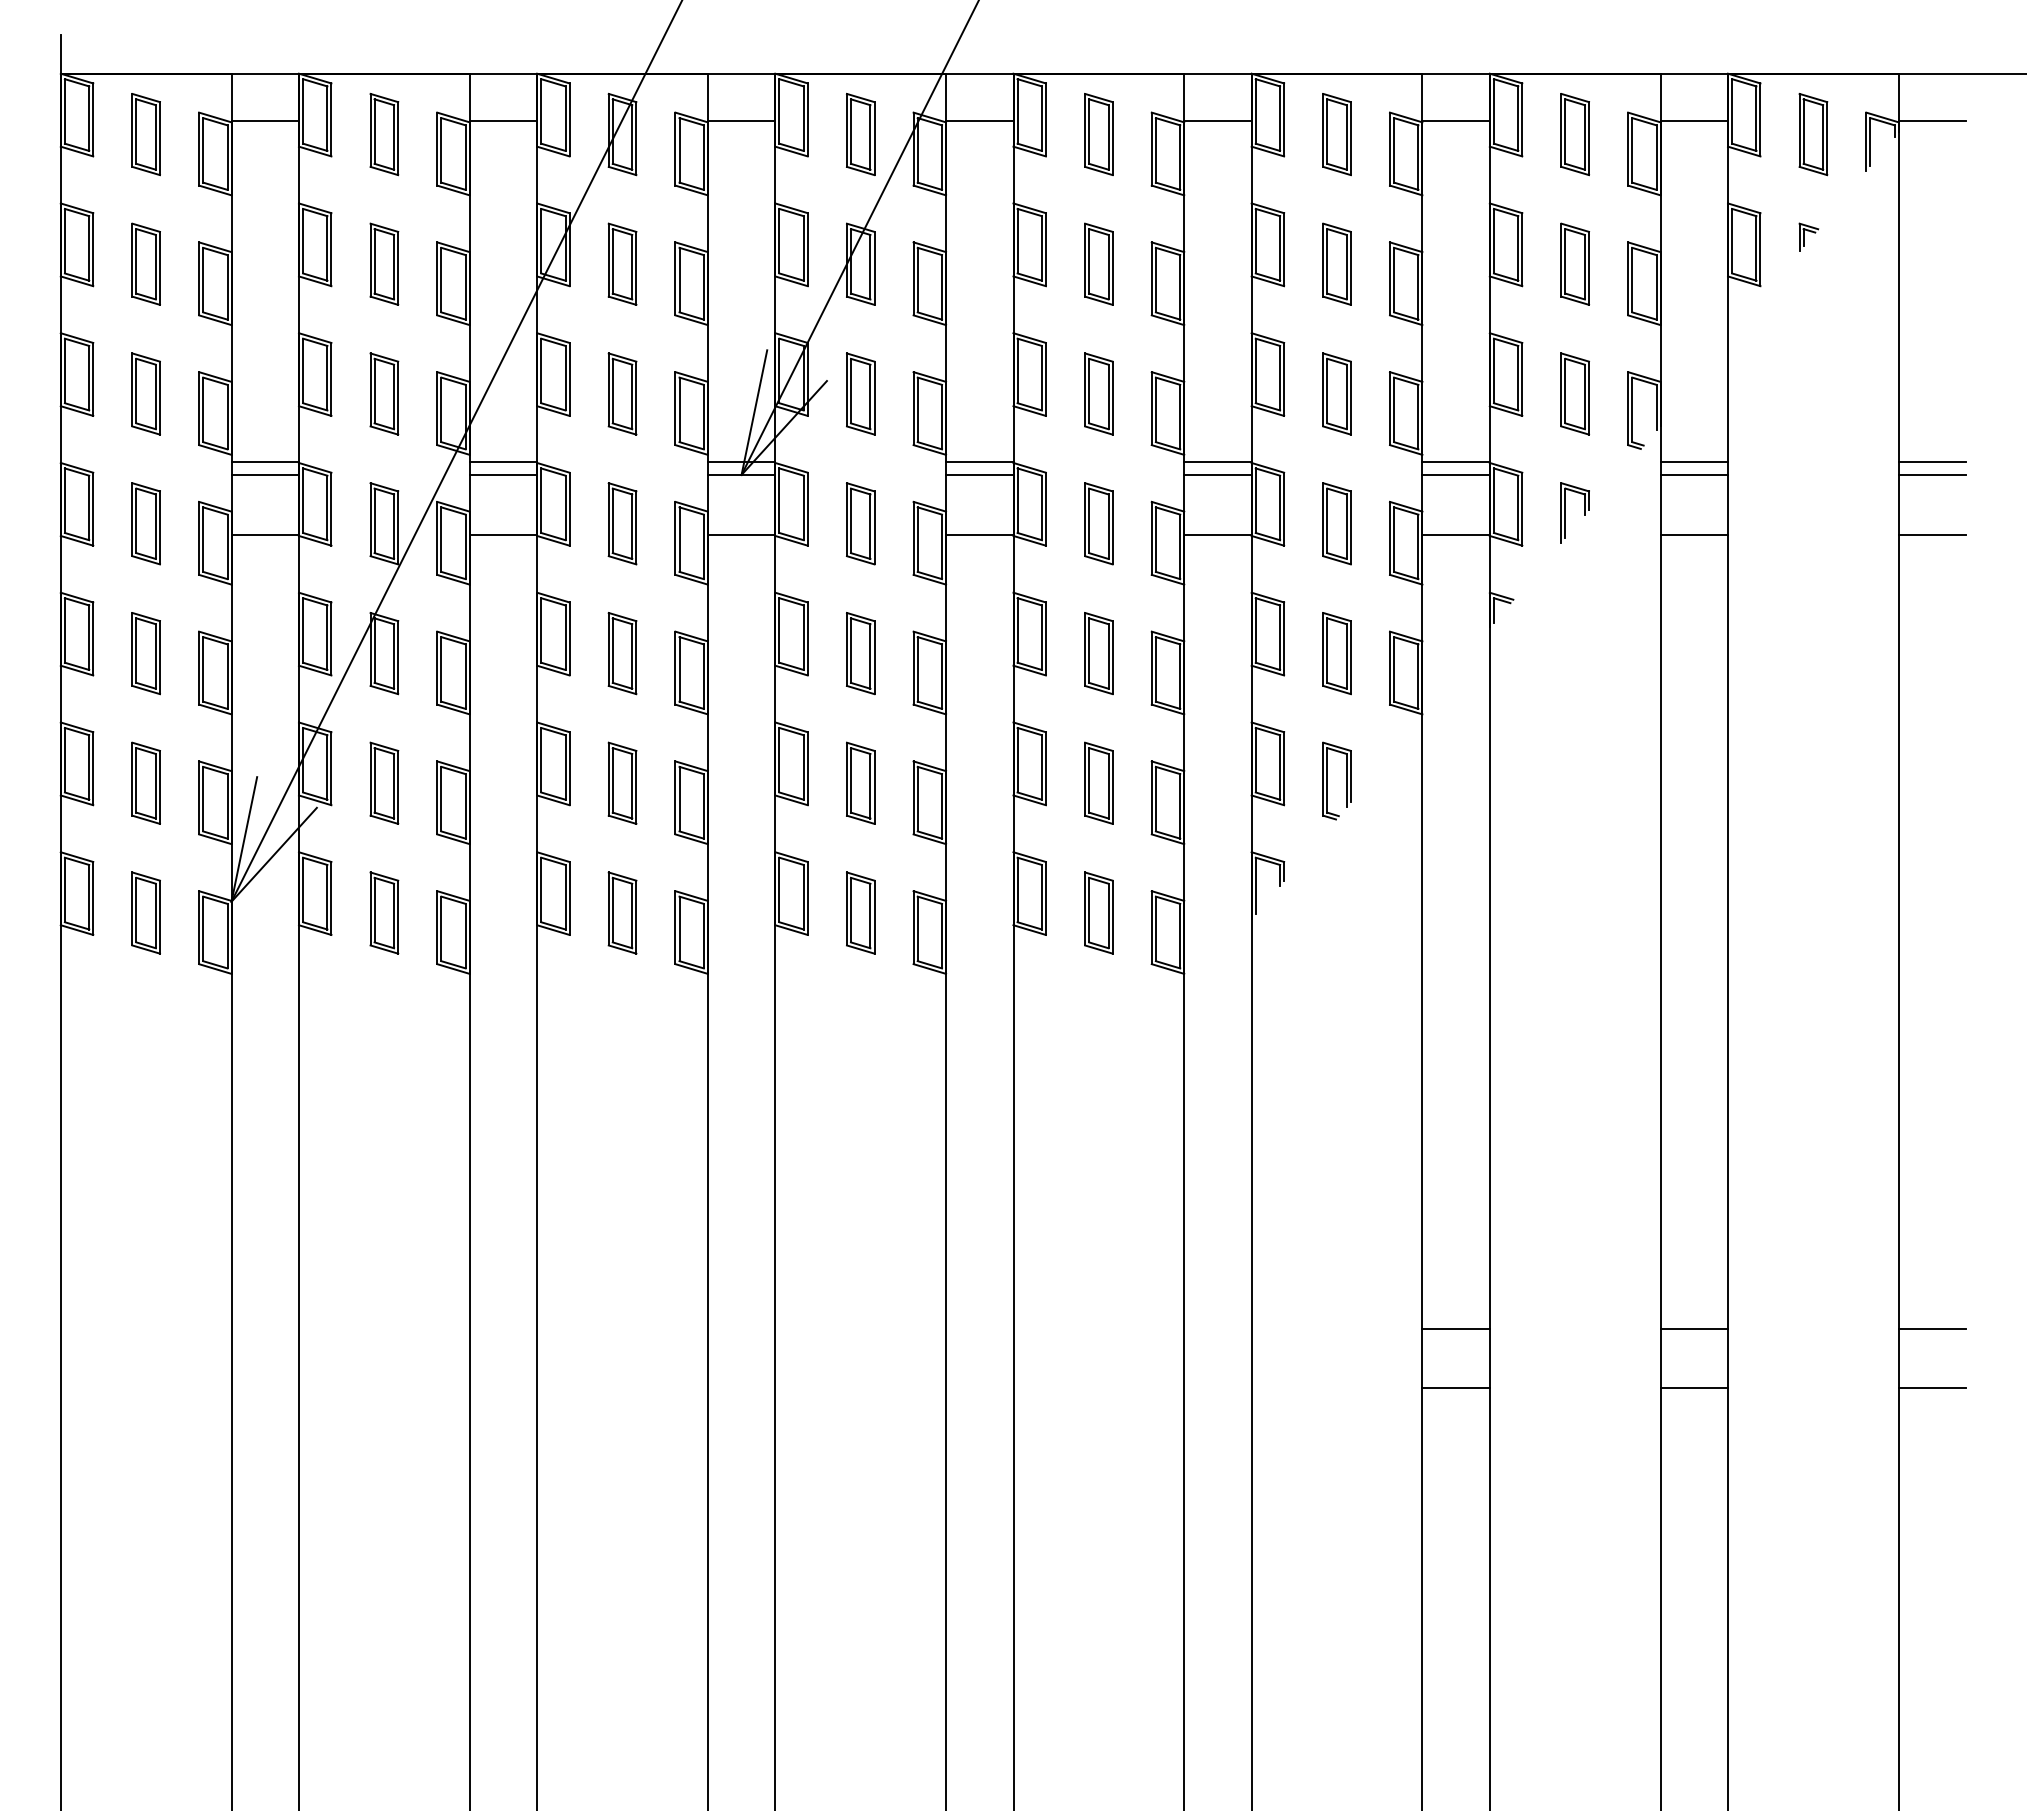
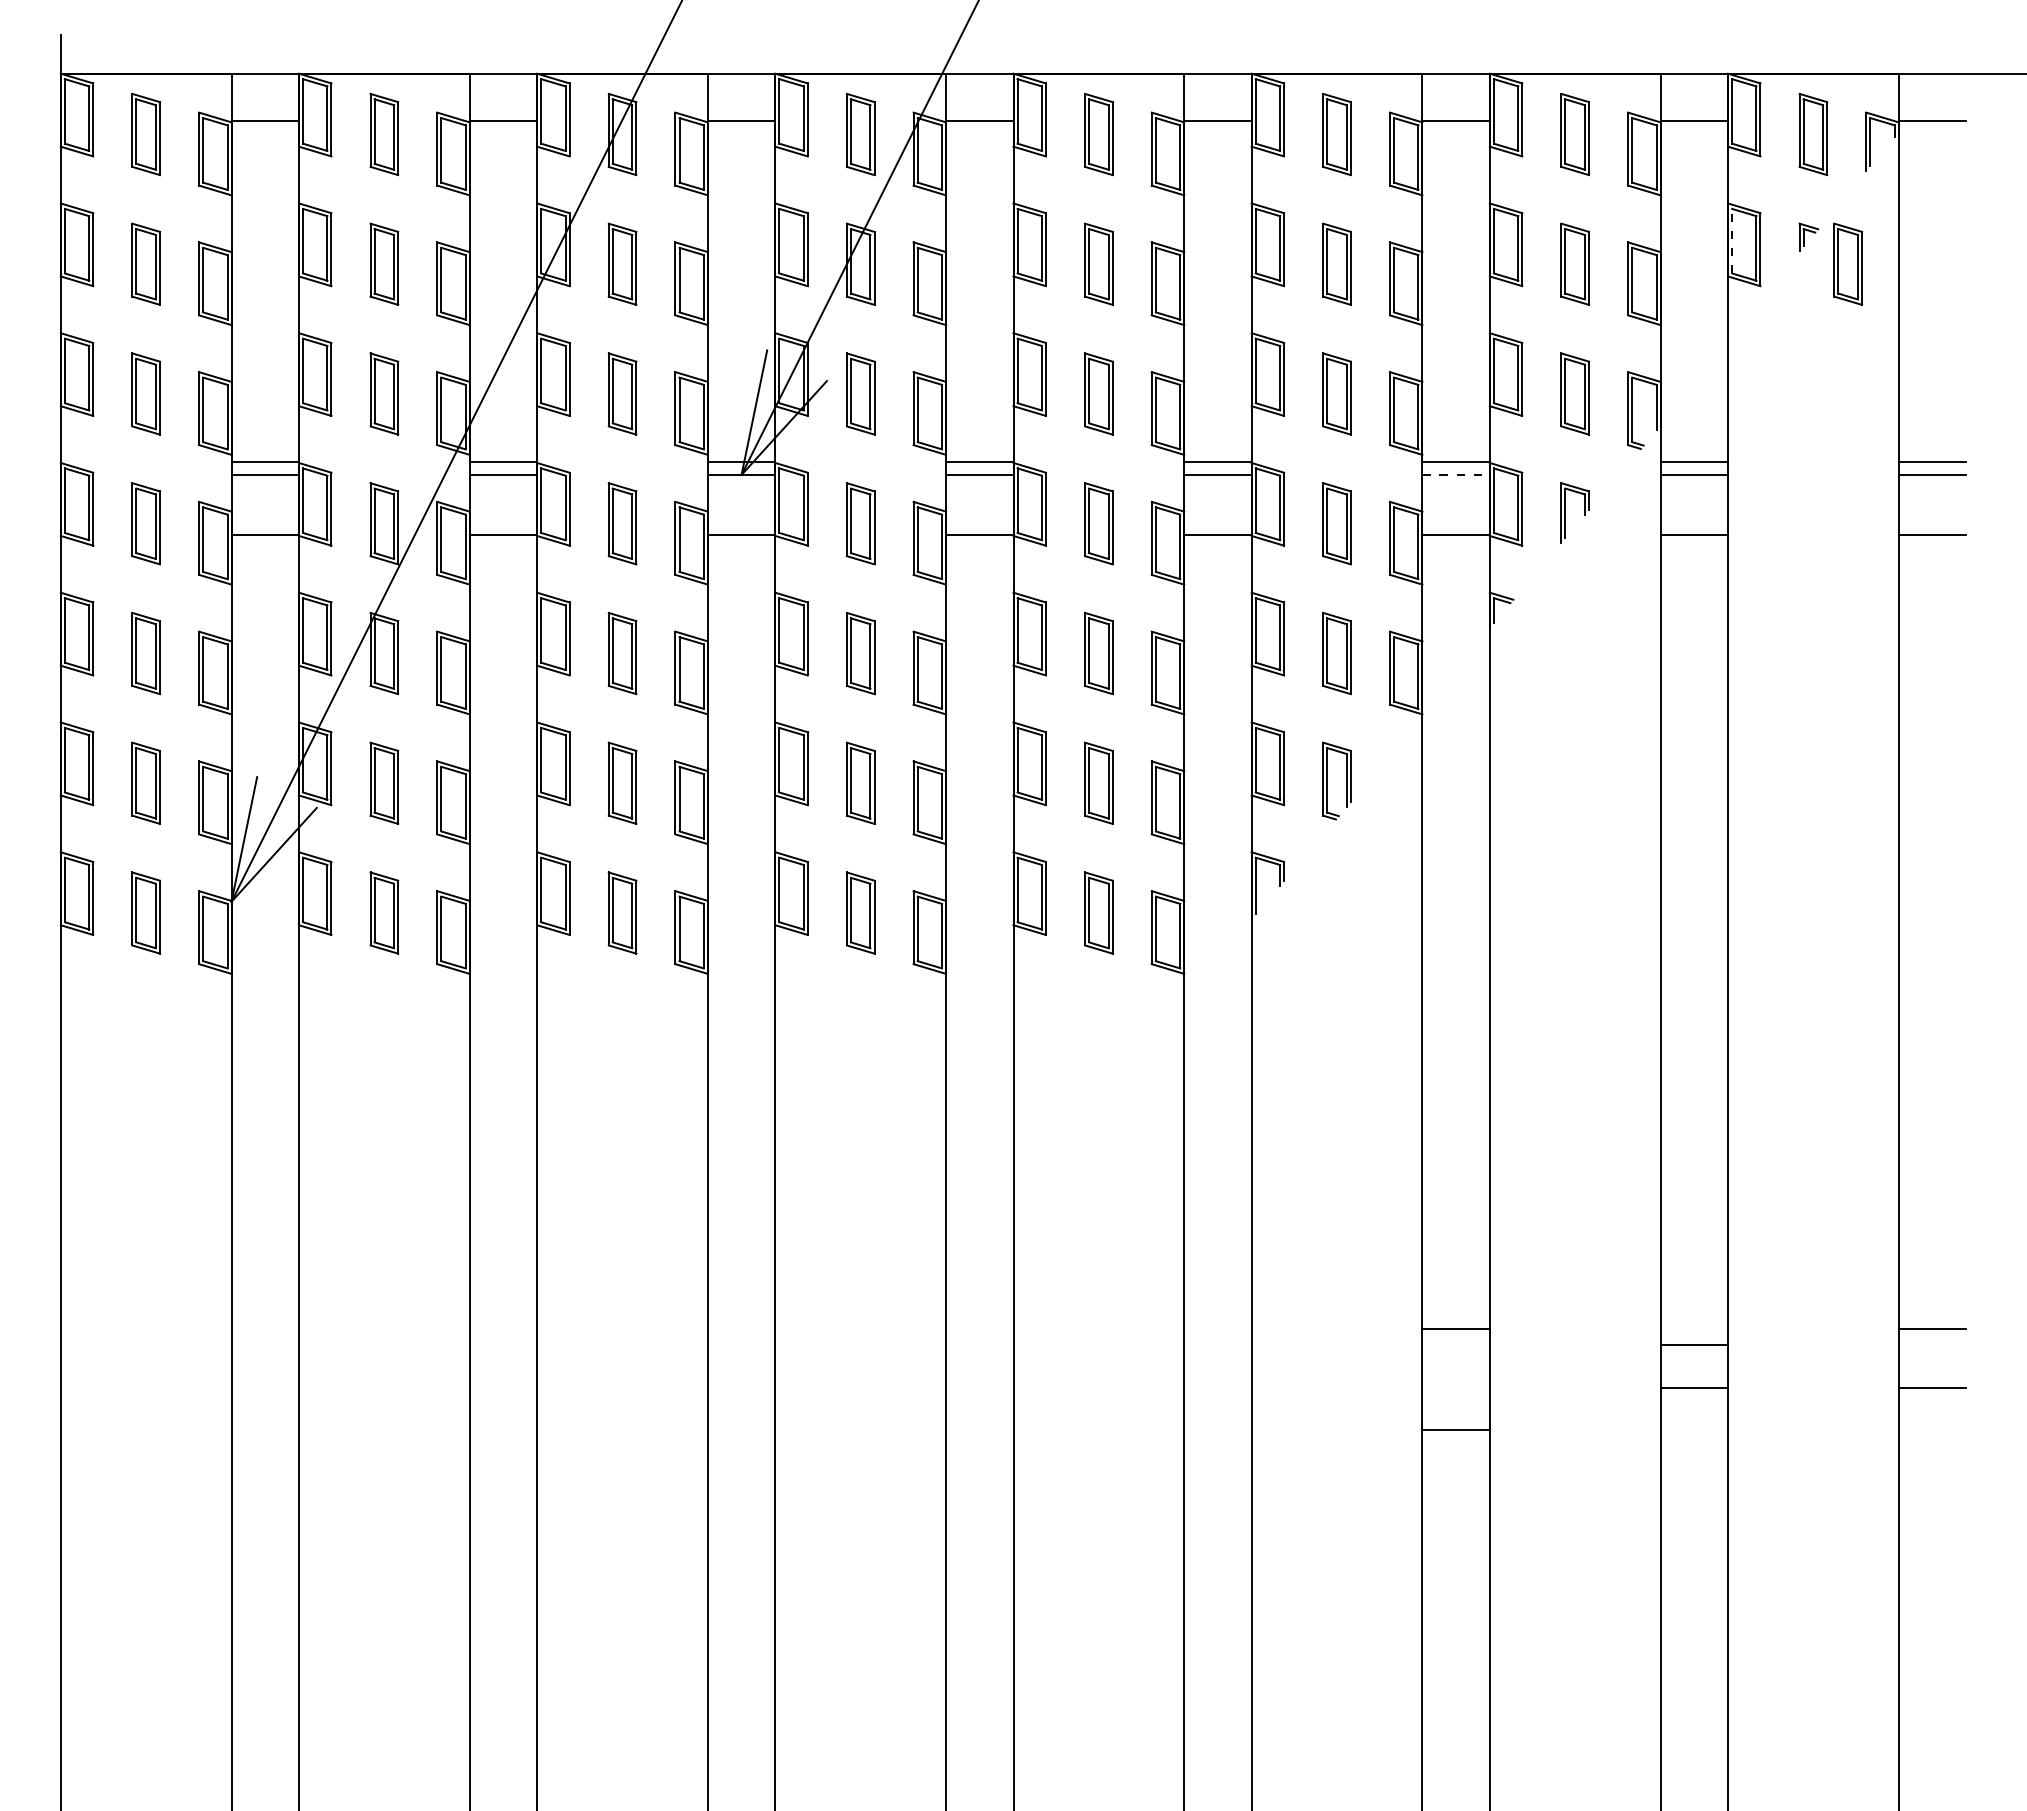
line at (1732, 240): solid -> dashed
part at (1847, 263): none -> present
line at (1456, 474): solid -> dashed
line at (1694, 1328) position: (1694, 1328) -> (1694, 1344)
line at (1455, 1388) position: (1455, 1388) -> (1455, 1430)
